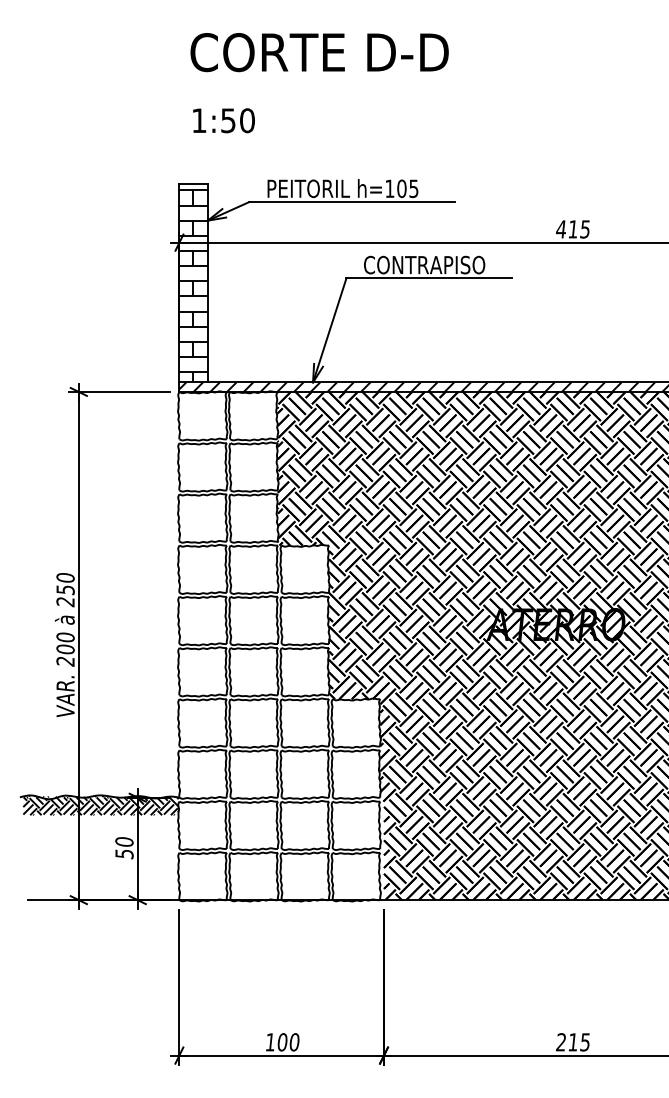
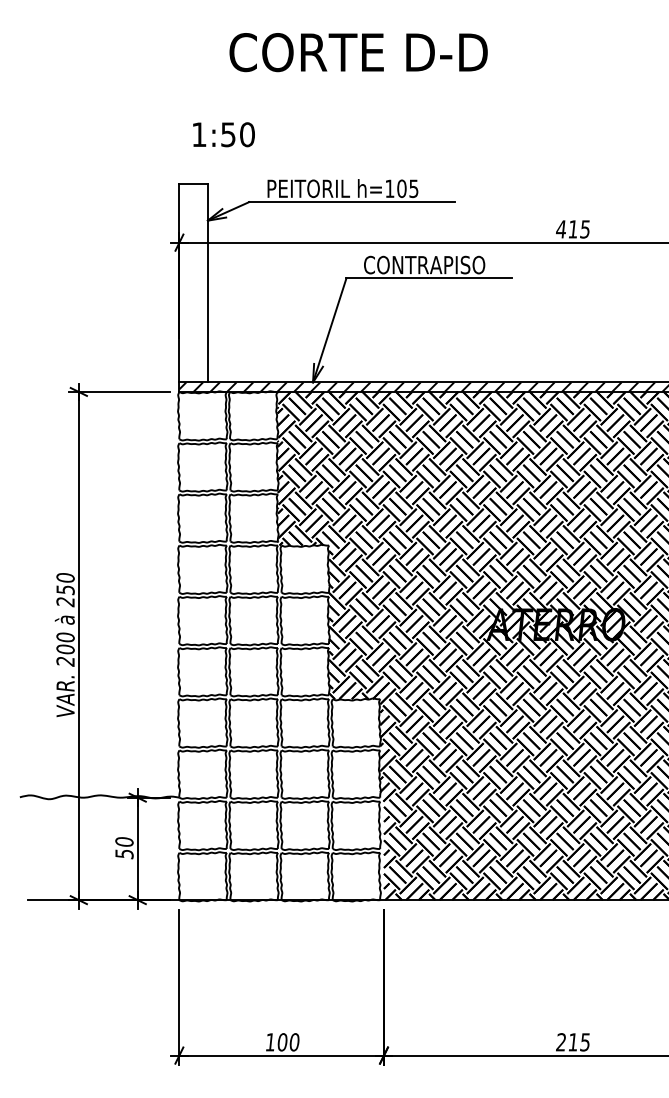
text at (319, 52) position: (319, 52) -> (358, 52)
text at (223, 120) position: (223, 120) -> (223, 134)
hatch at (193, 286): present -> none
hatch at (100, 805): present -> none
